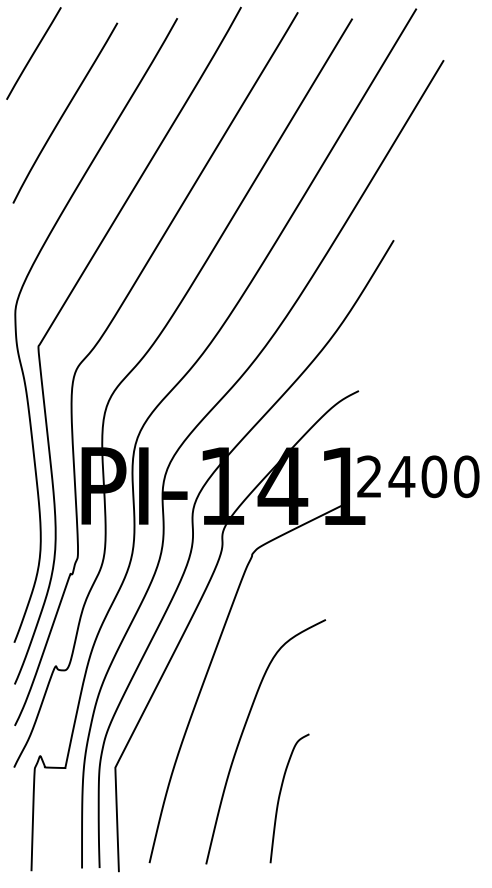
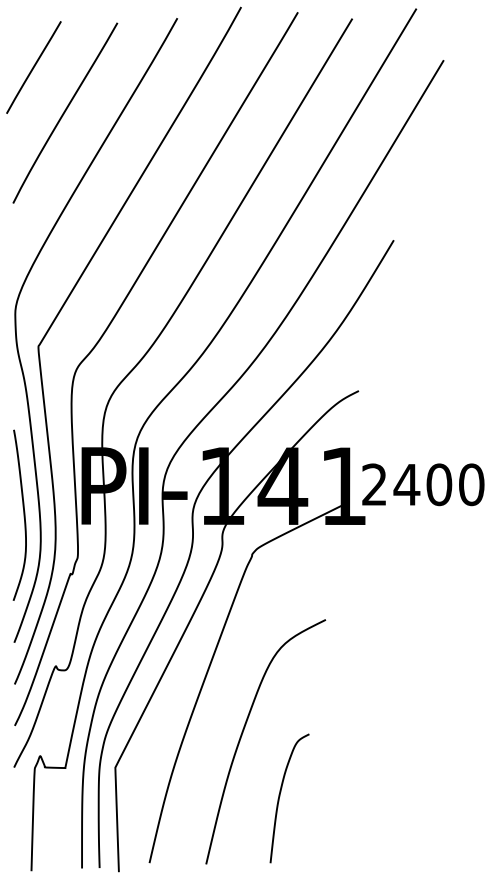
line at (33, 53) position: (33, 53) -> (33, 67)
text at (418, 476) position: (418, 476) -> (423, 484)
curve at (23, 514): none -> present
